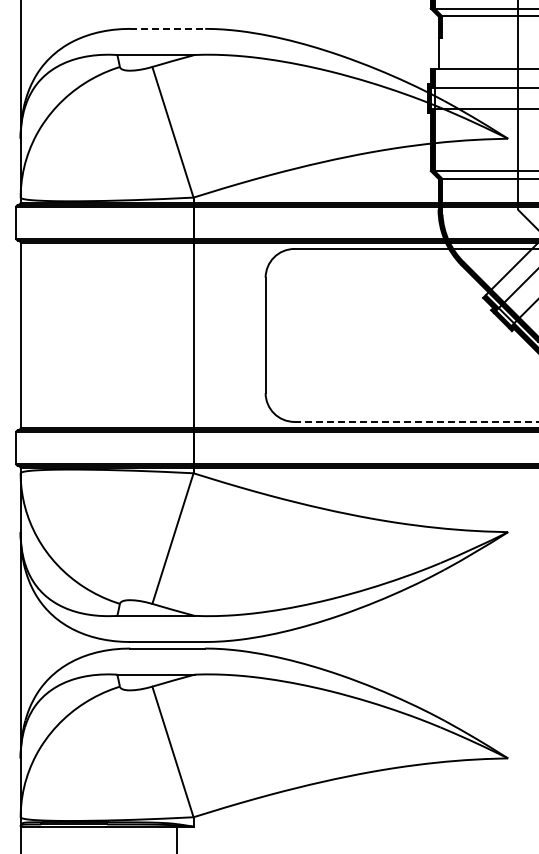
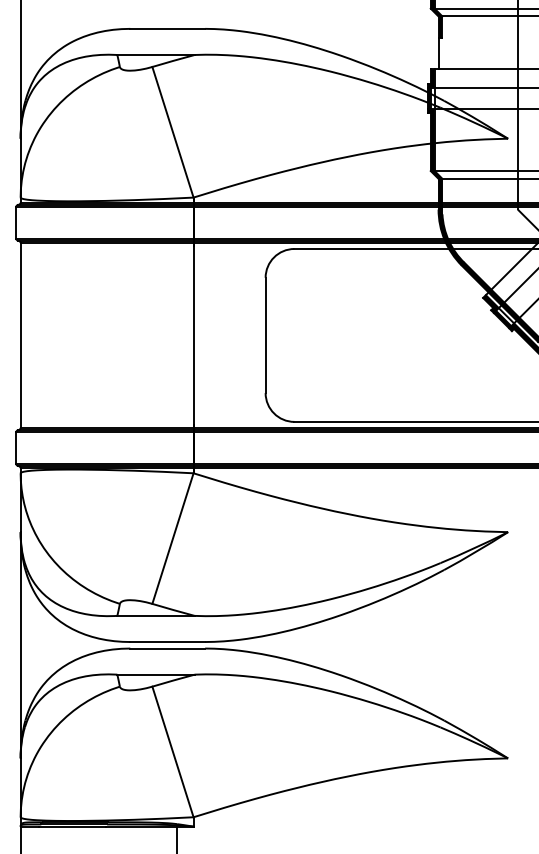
line at (168, 28): dashed -> solid
line at (416, 421): dashed -> solid
